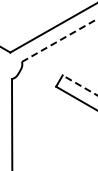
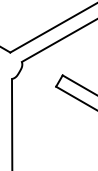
line at (60, 40): dashed -> solid
line at (79, 85): dashed -> solid
